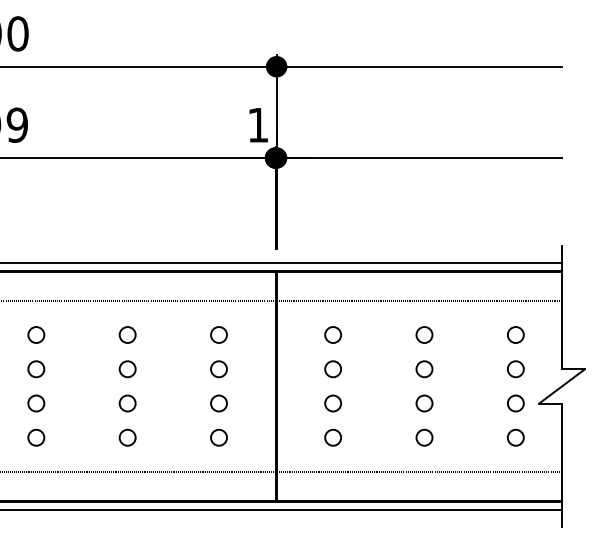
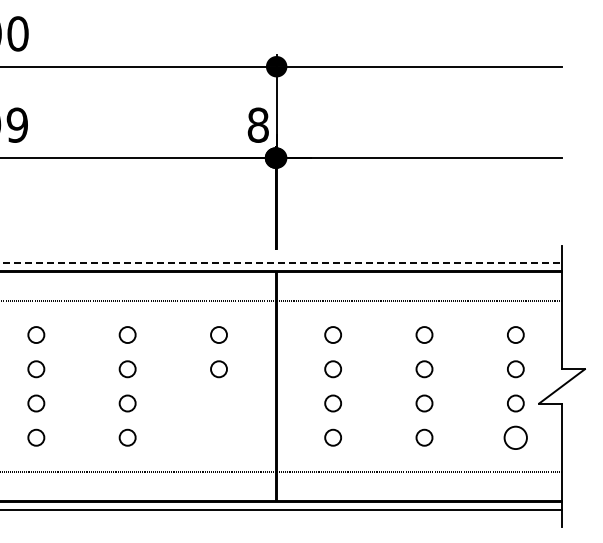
text at (257, 124): 1 -> 8
line at (281, 263): solid -> dashed
circle at (218, 403): present -> none
circle at (218, 437): present -> none
circle at (515, 437) size: 18x19 px -> 25x25 px
